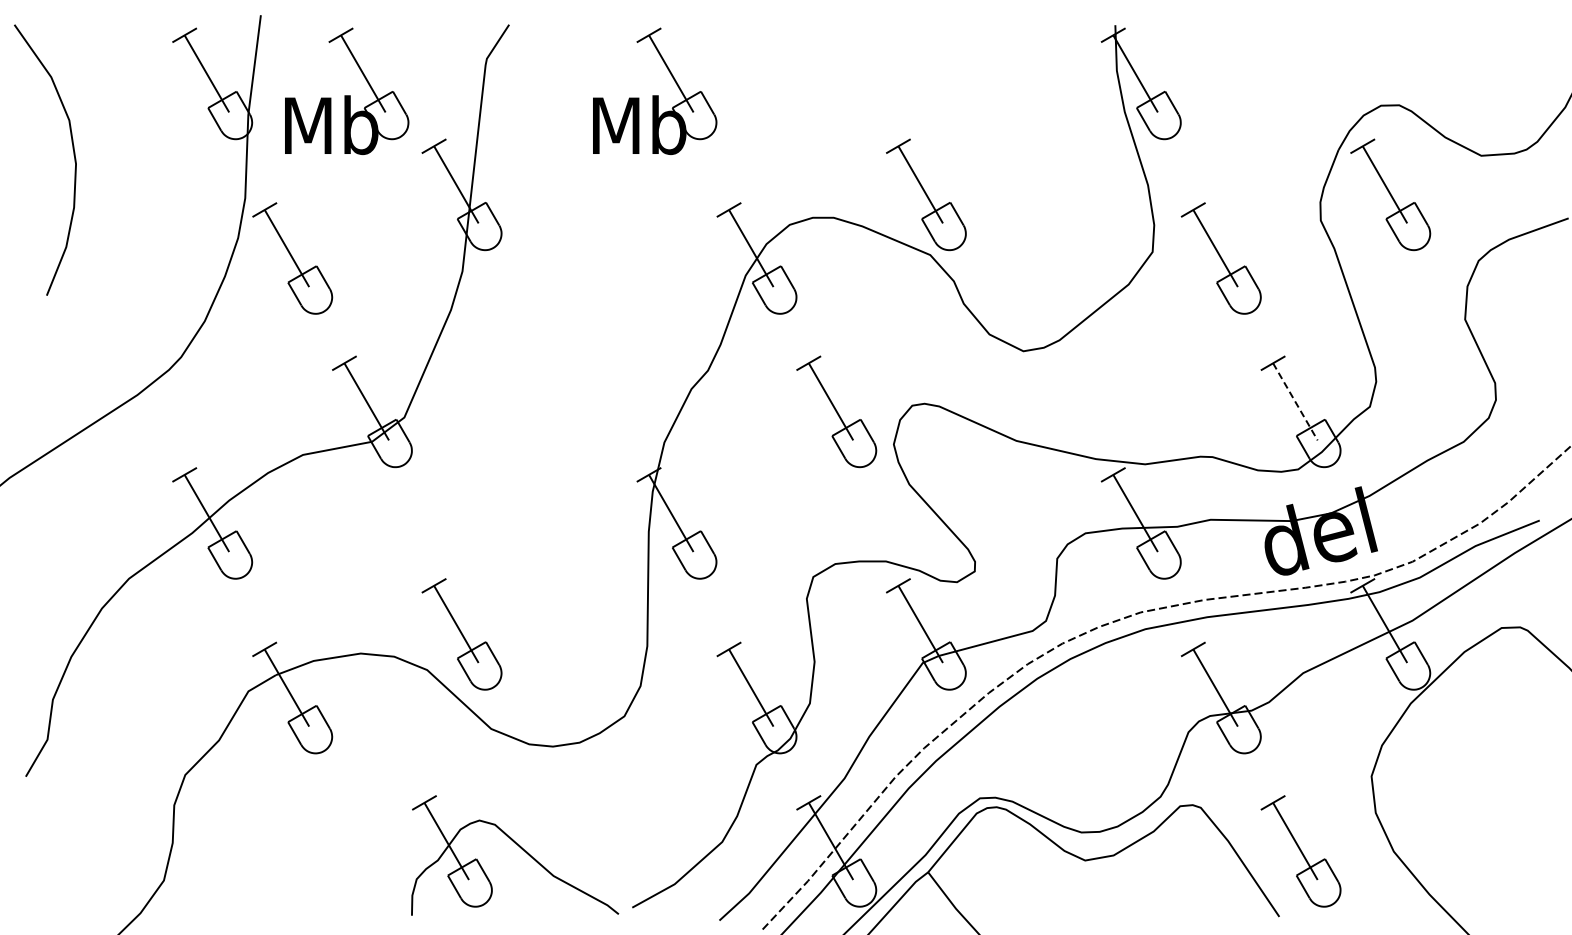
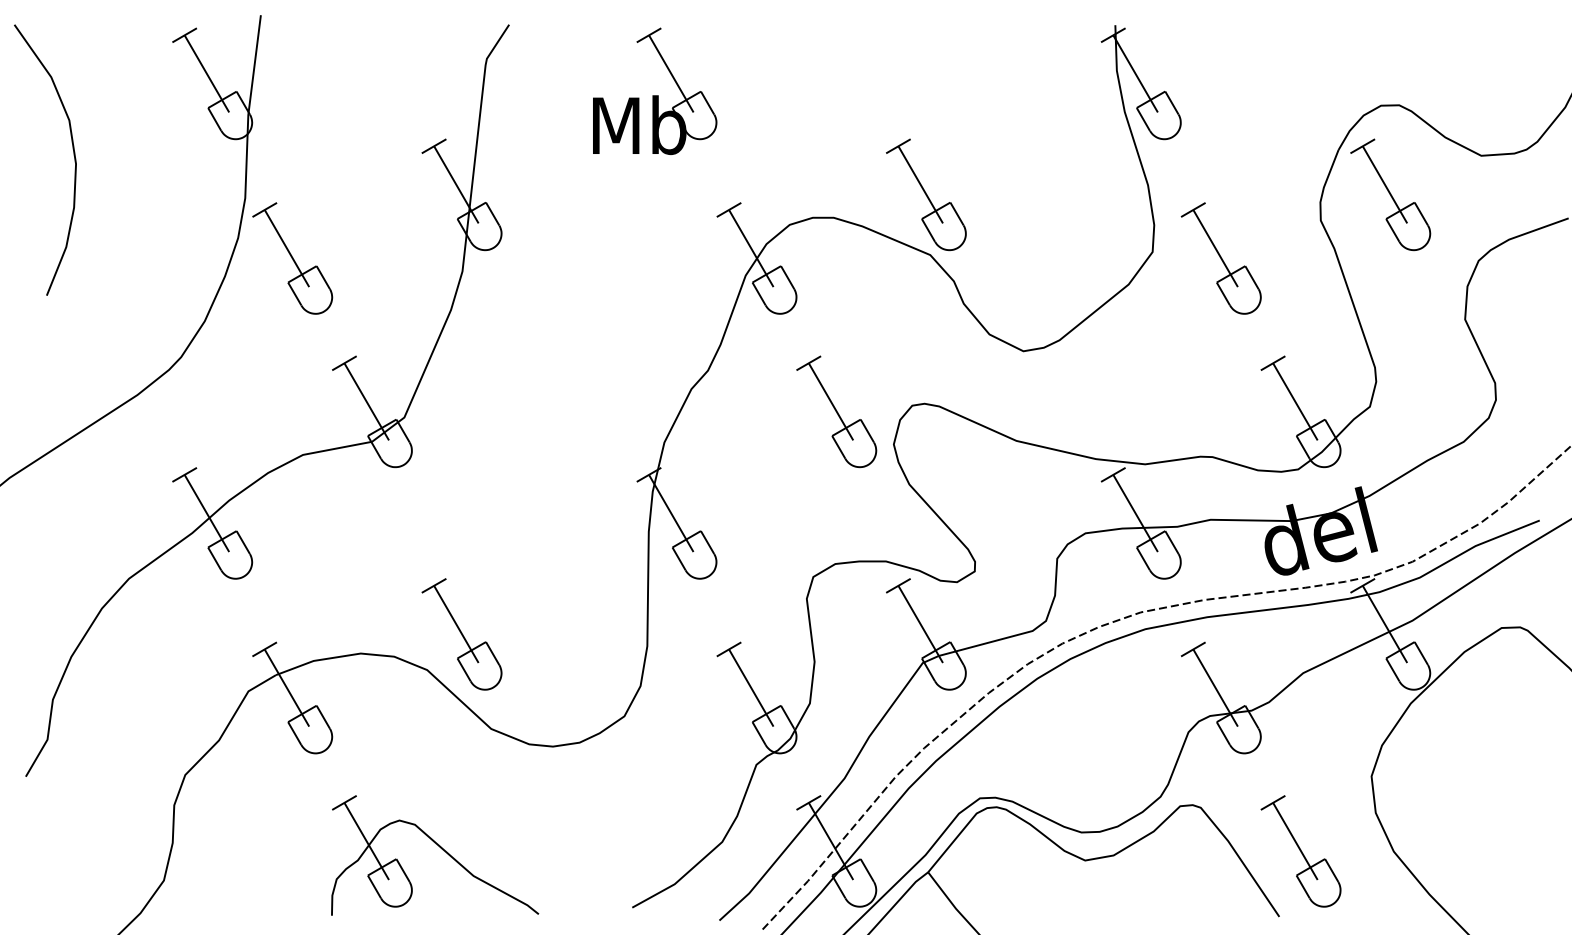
part at (347, 90): present -> none
line at (1295, 401): dashed -> solid
part at (521, 849) position: (521, 849) -> (441, 849)
